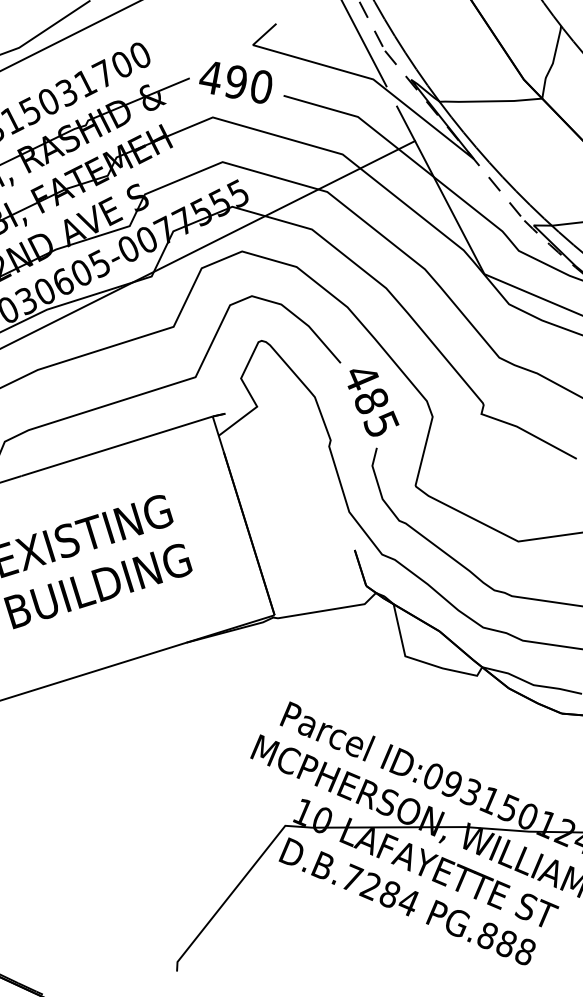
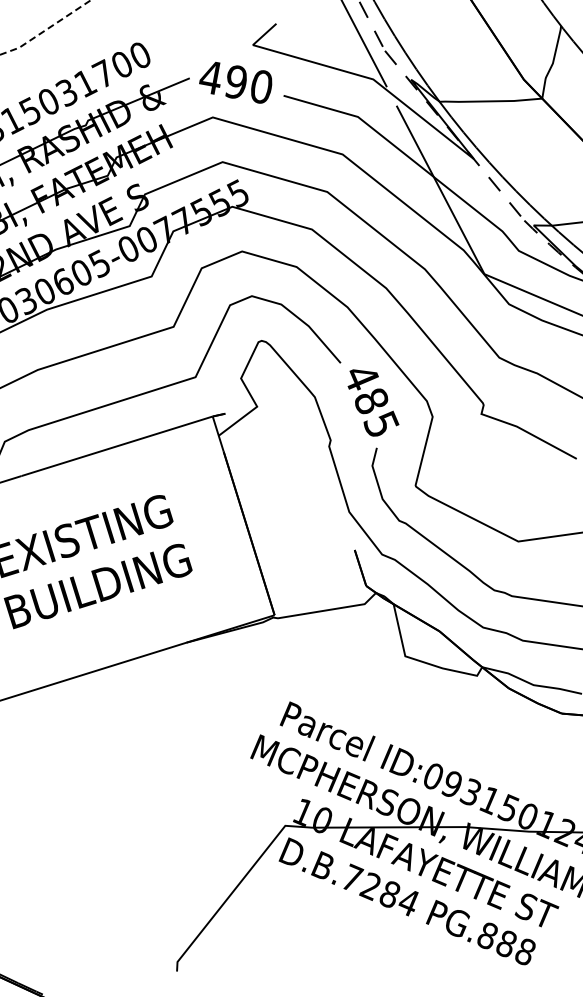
line at (45, 30): solid -> dashed
line at (69, 36): present -> none
line at (208, 244): present -> none
